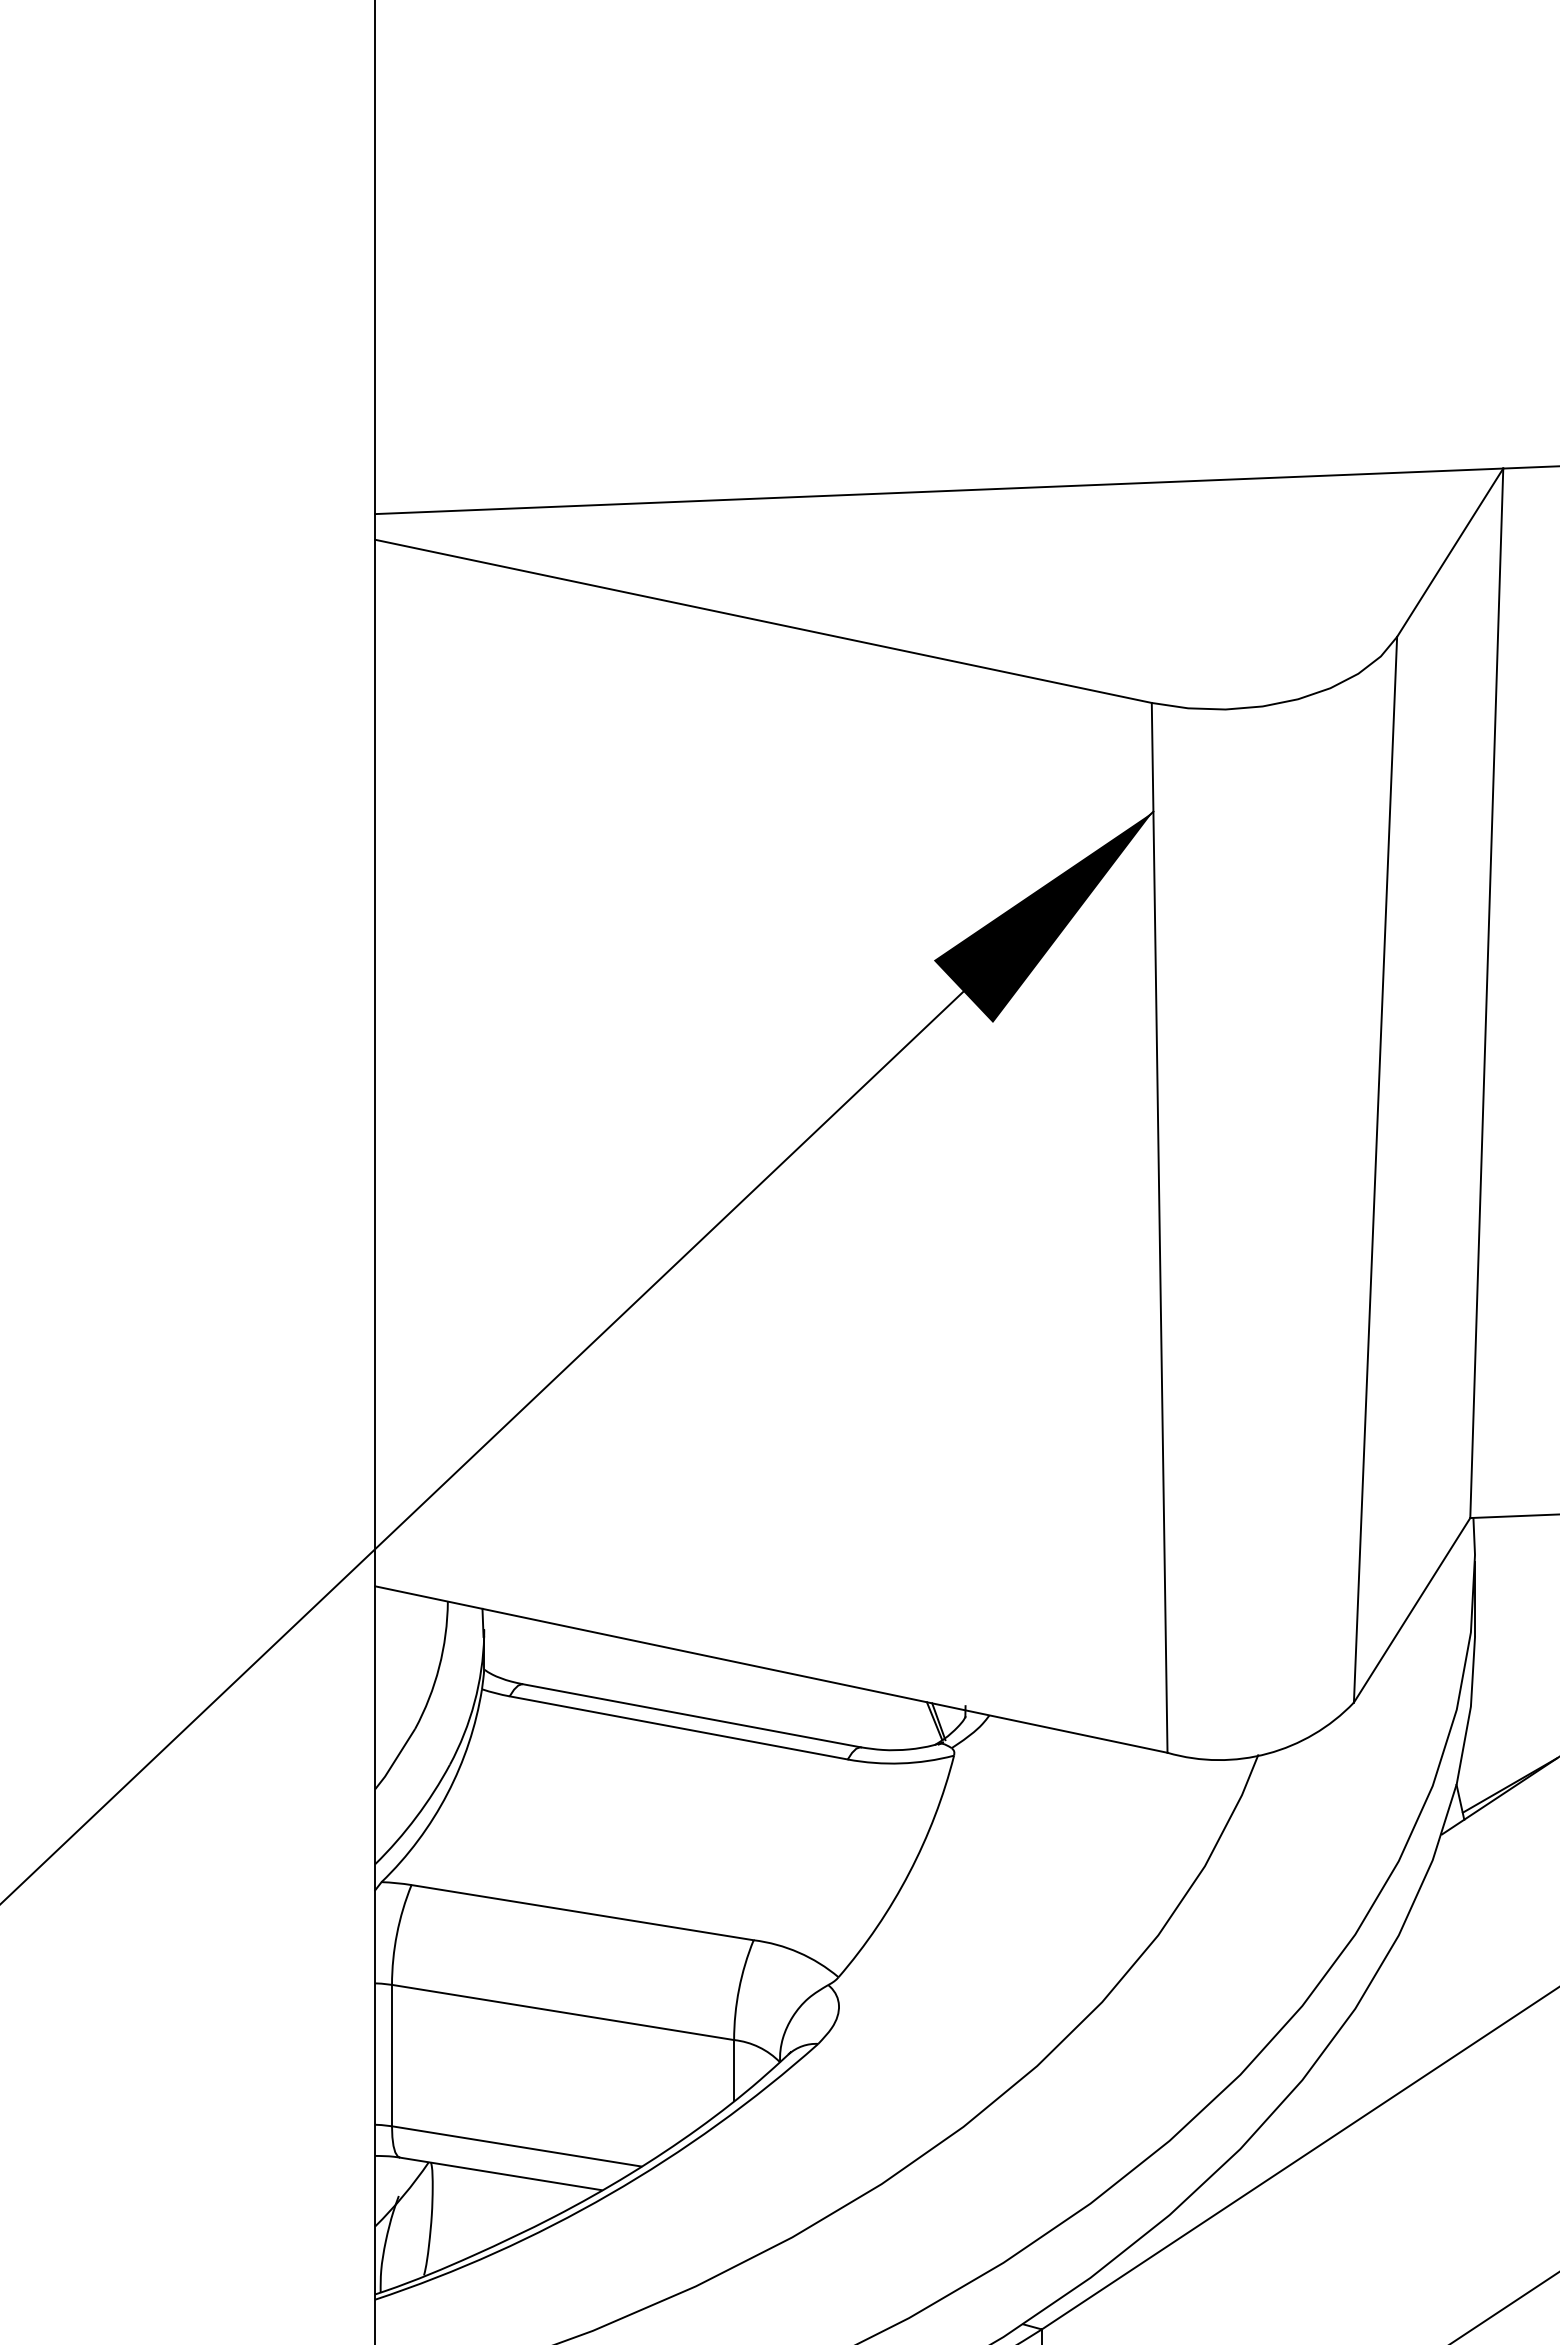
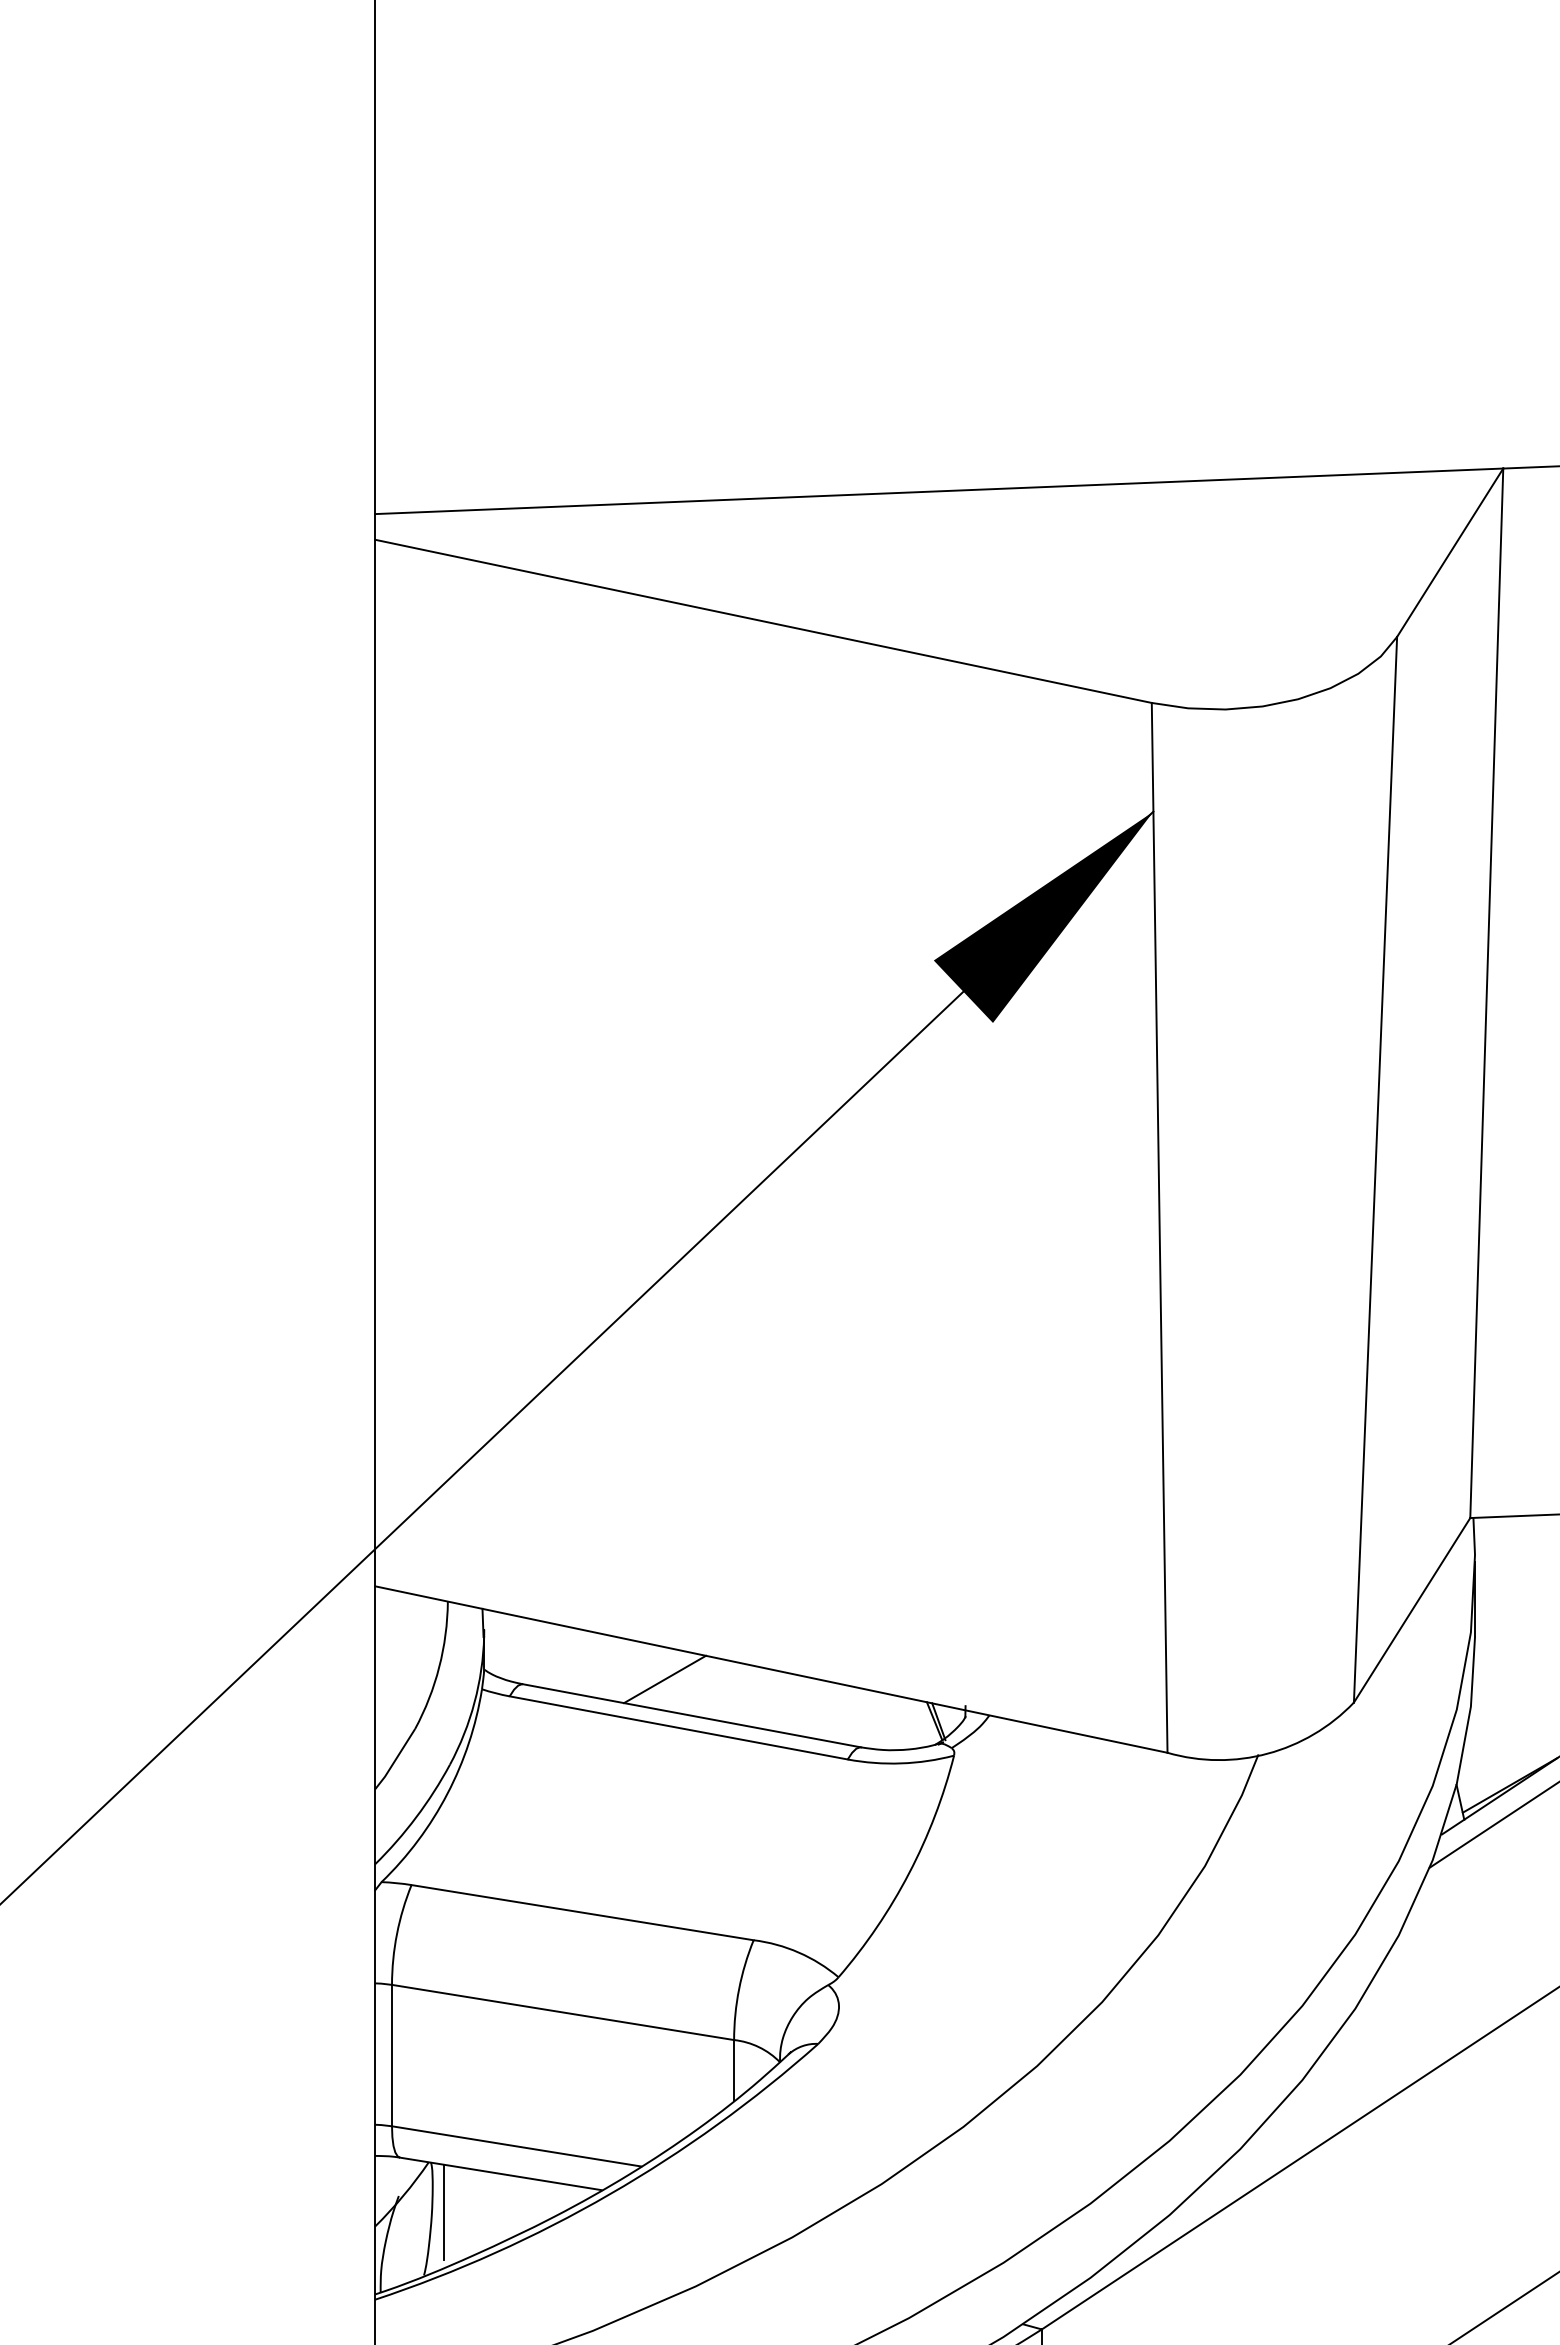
line at (664, 1679): none -> present
line at (1492, 1825): none -> present
line at (444, 2211): none -> present
